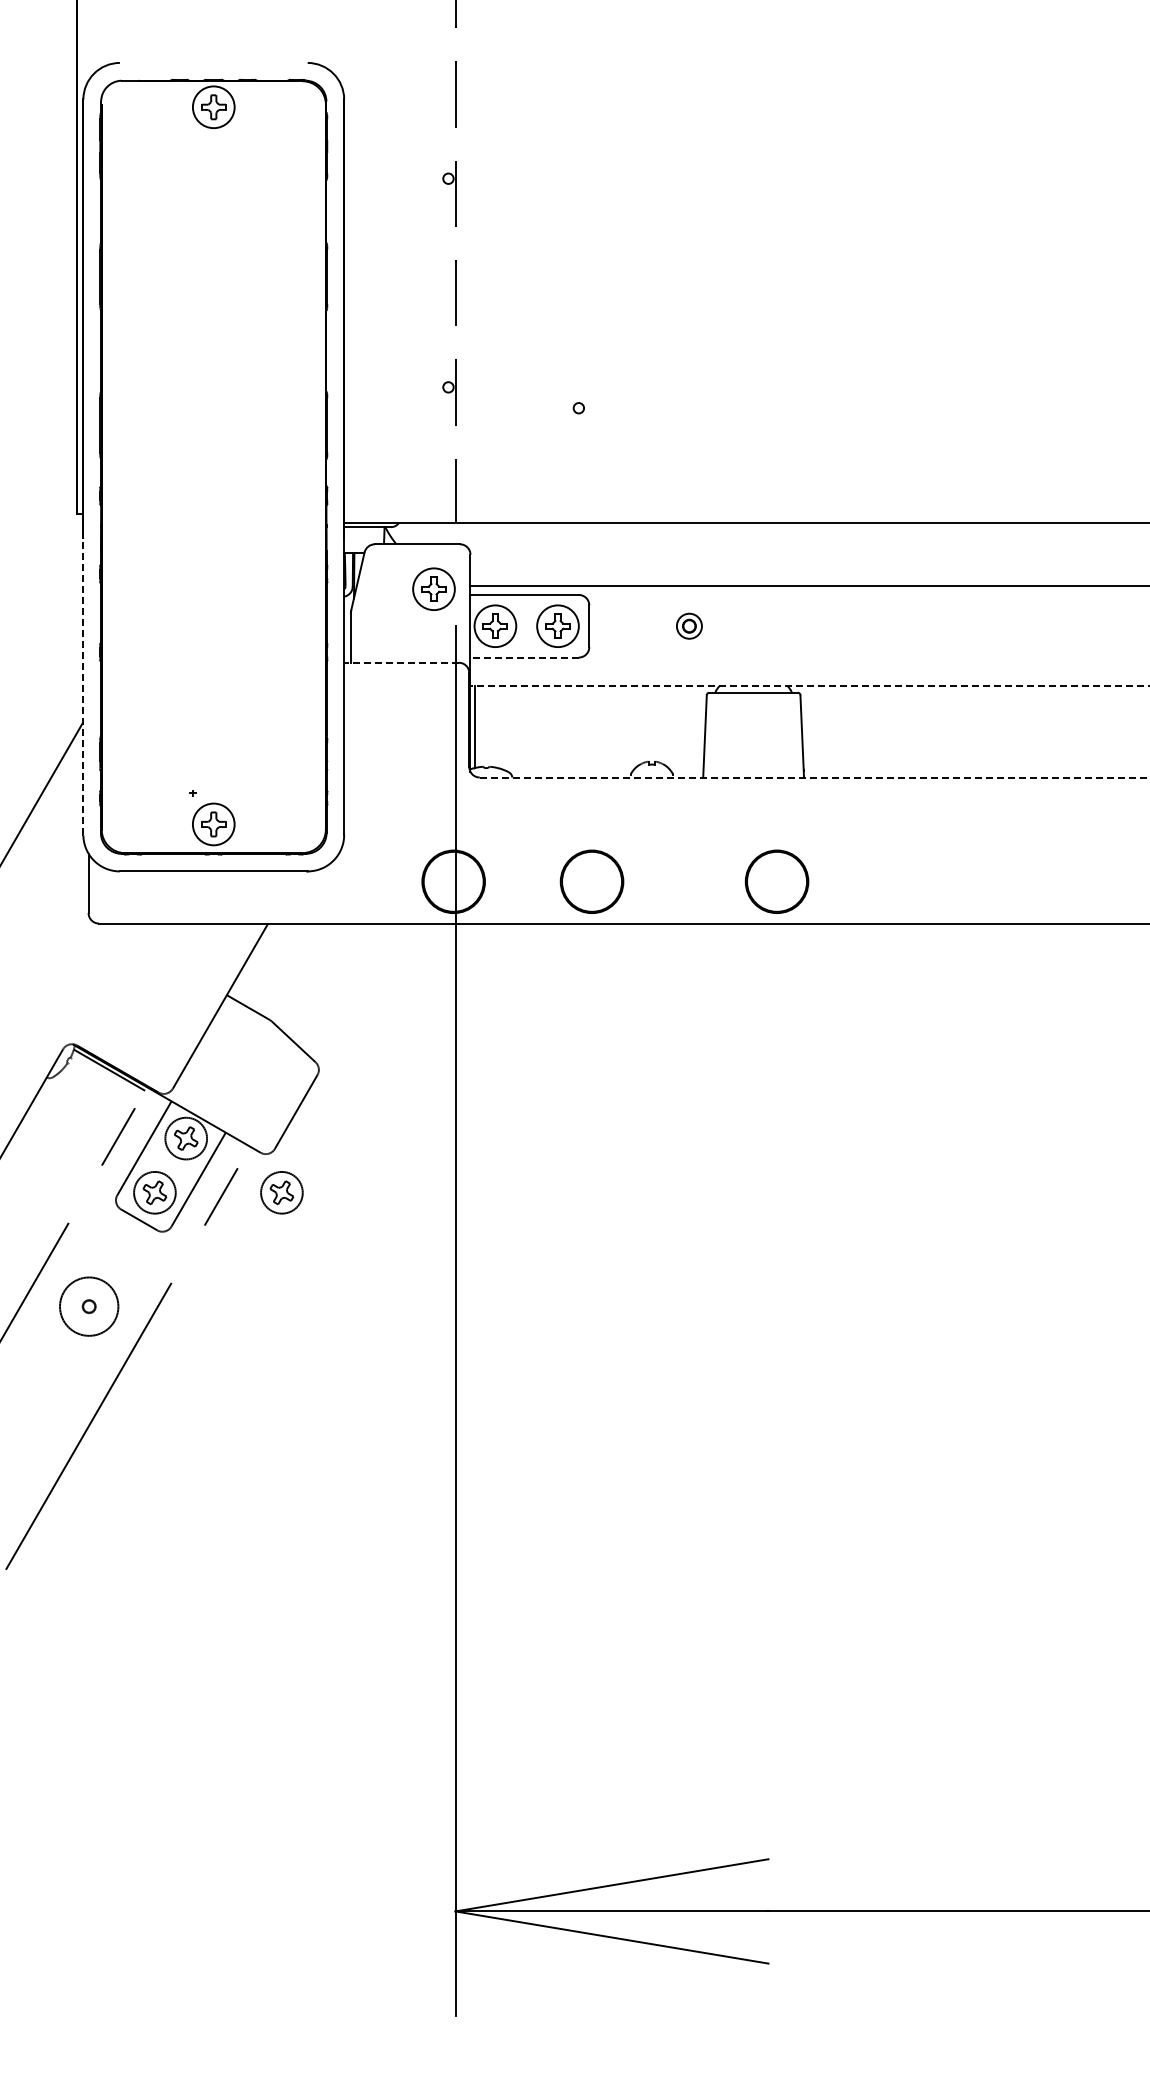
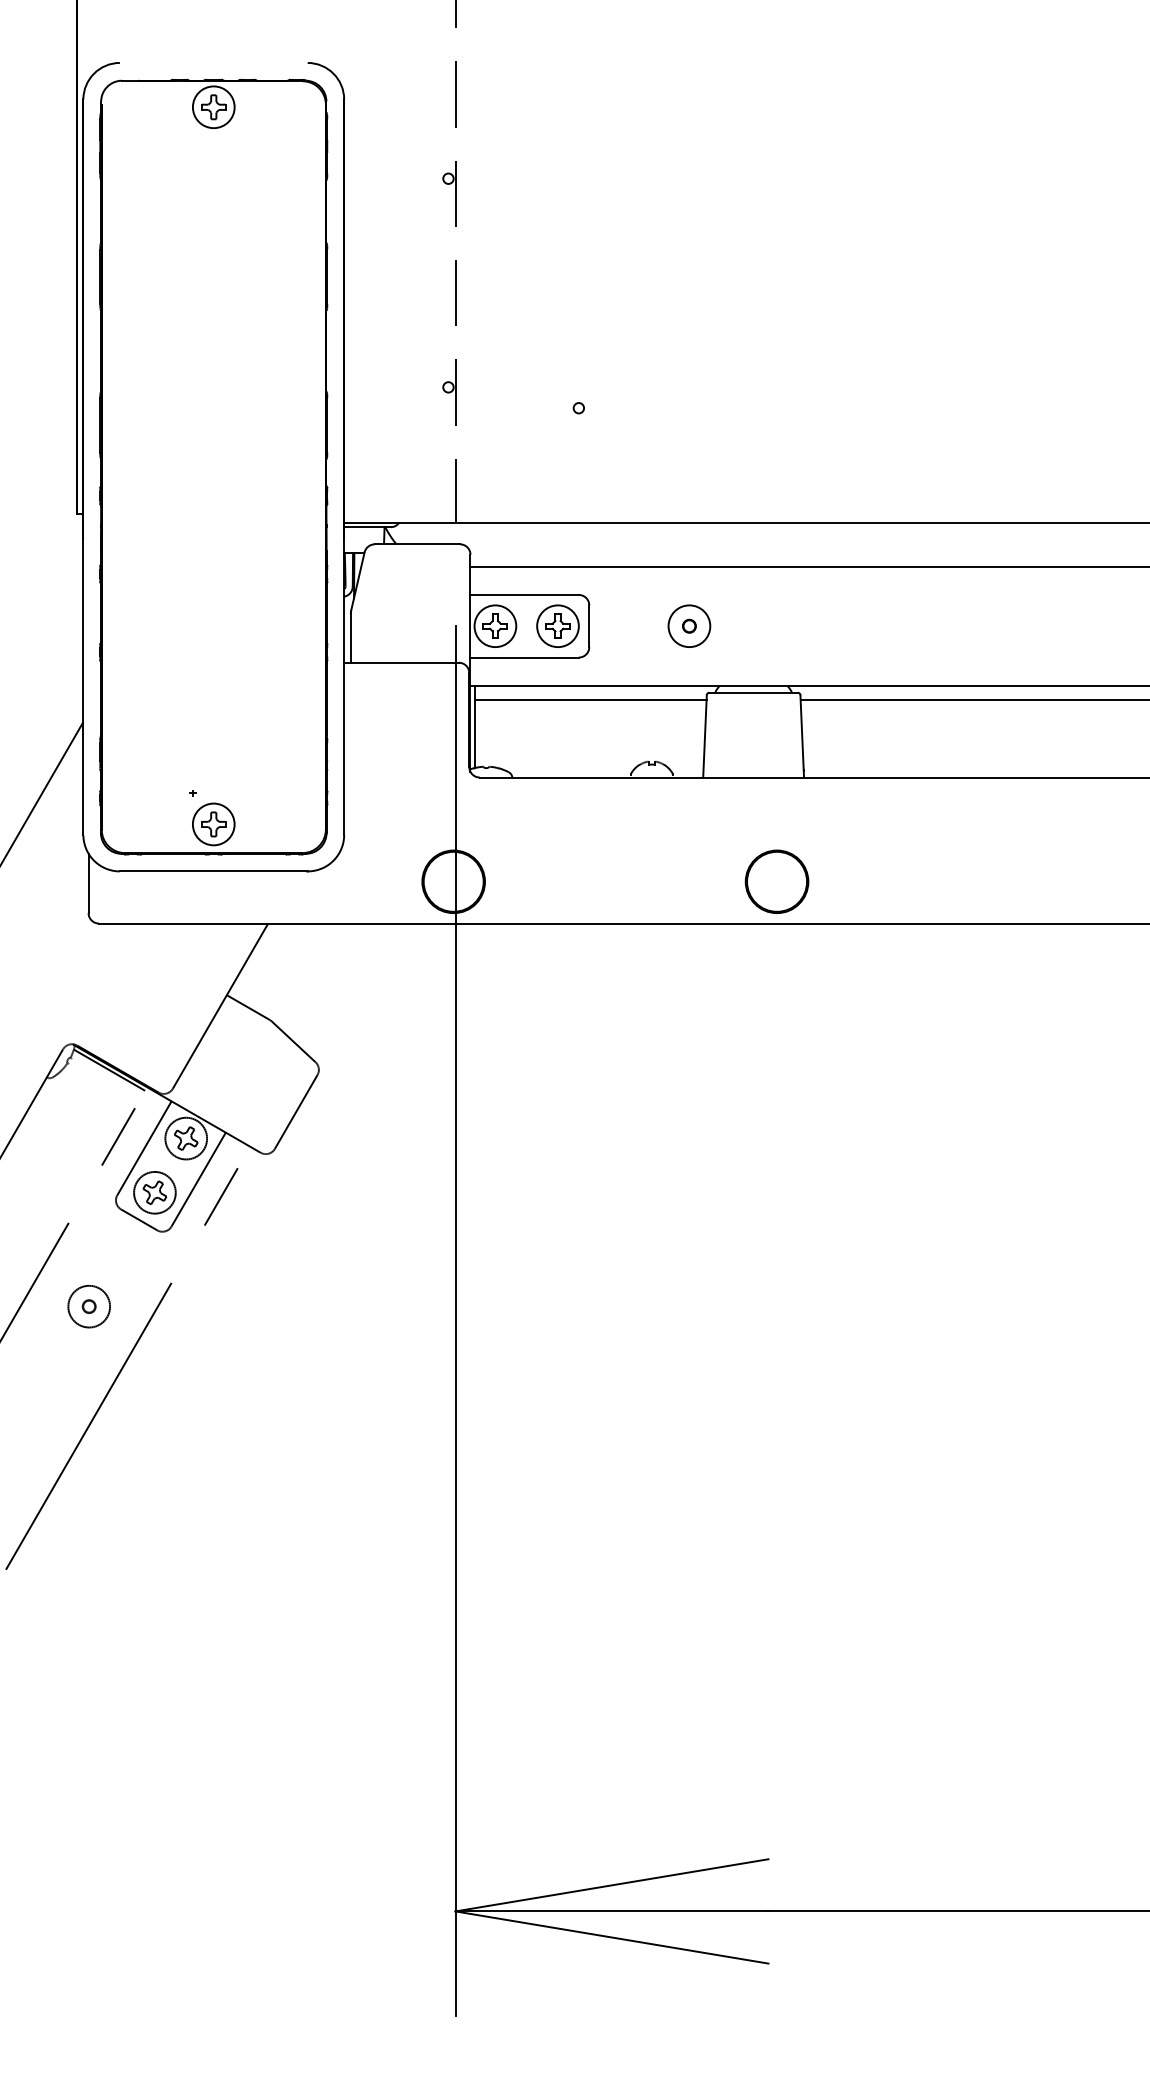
line at (808, 585) position: (808, 585) -> (808, 566)
part at (433, 588): present -> none
circle at (688, 625) diameter: 25 px -> 42 px
line at (524, 657): dashed -> solid
line at (401, 662): dashed -> solid
line at (809, 685): dashed -> solid
line at (83, 686): dashed -> solid
line at (590, 700): none -> present
line at (973, 700): none -> present
line at (814, 777): dashed -> solid
part at (591, 881): present -> none
part at (281, 1192): present -> none
circle at (89, 1306) diameter: 58 px -> 42 px
